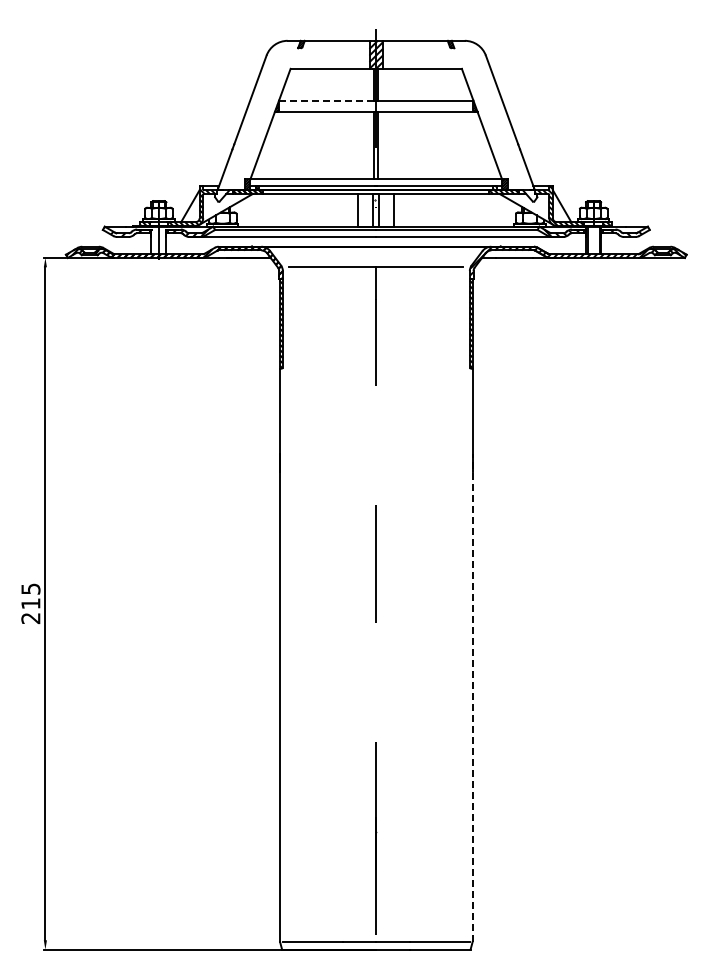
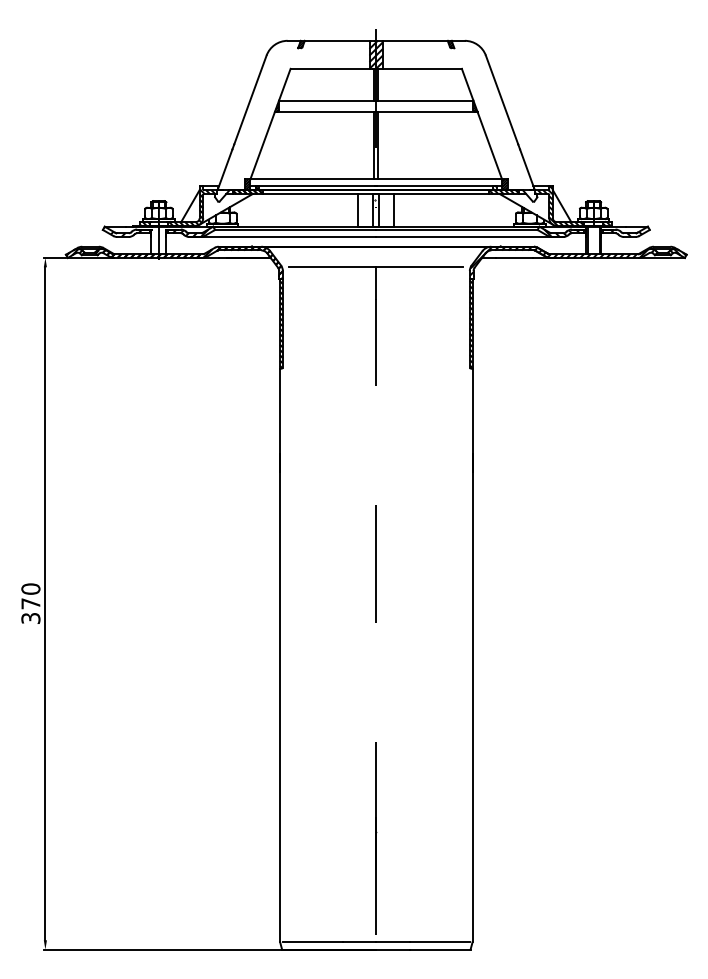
line at (326, 100): dashed -> solid
text at (30, 603): 215 -> 370
line at (472, 697): dashed -> solid
